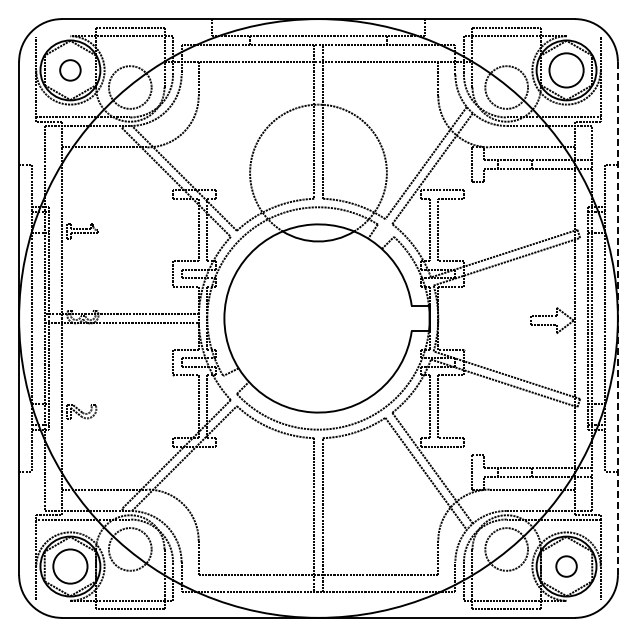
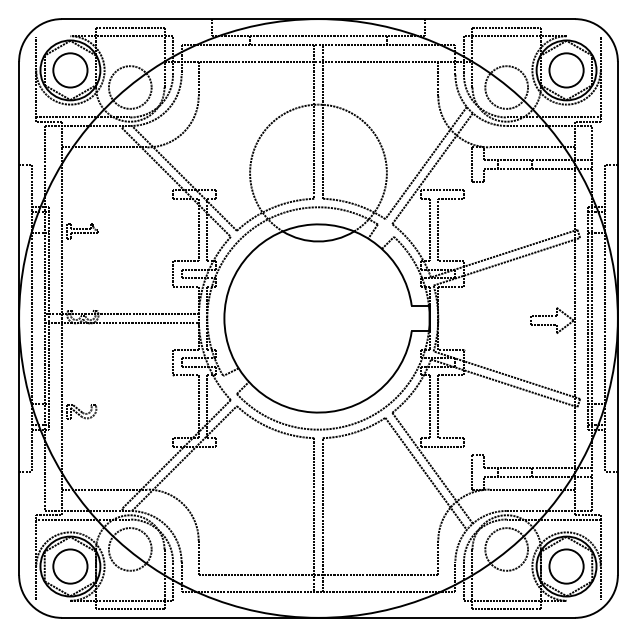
circle at (70, 70) diameter: 21 px -> 34 px
line at (617, 318): dashed -> solid
circle at (566, 566) diameter: 21 px -> 34 px
